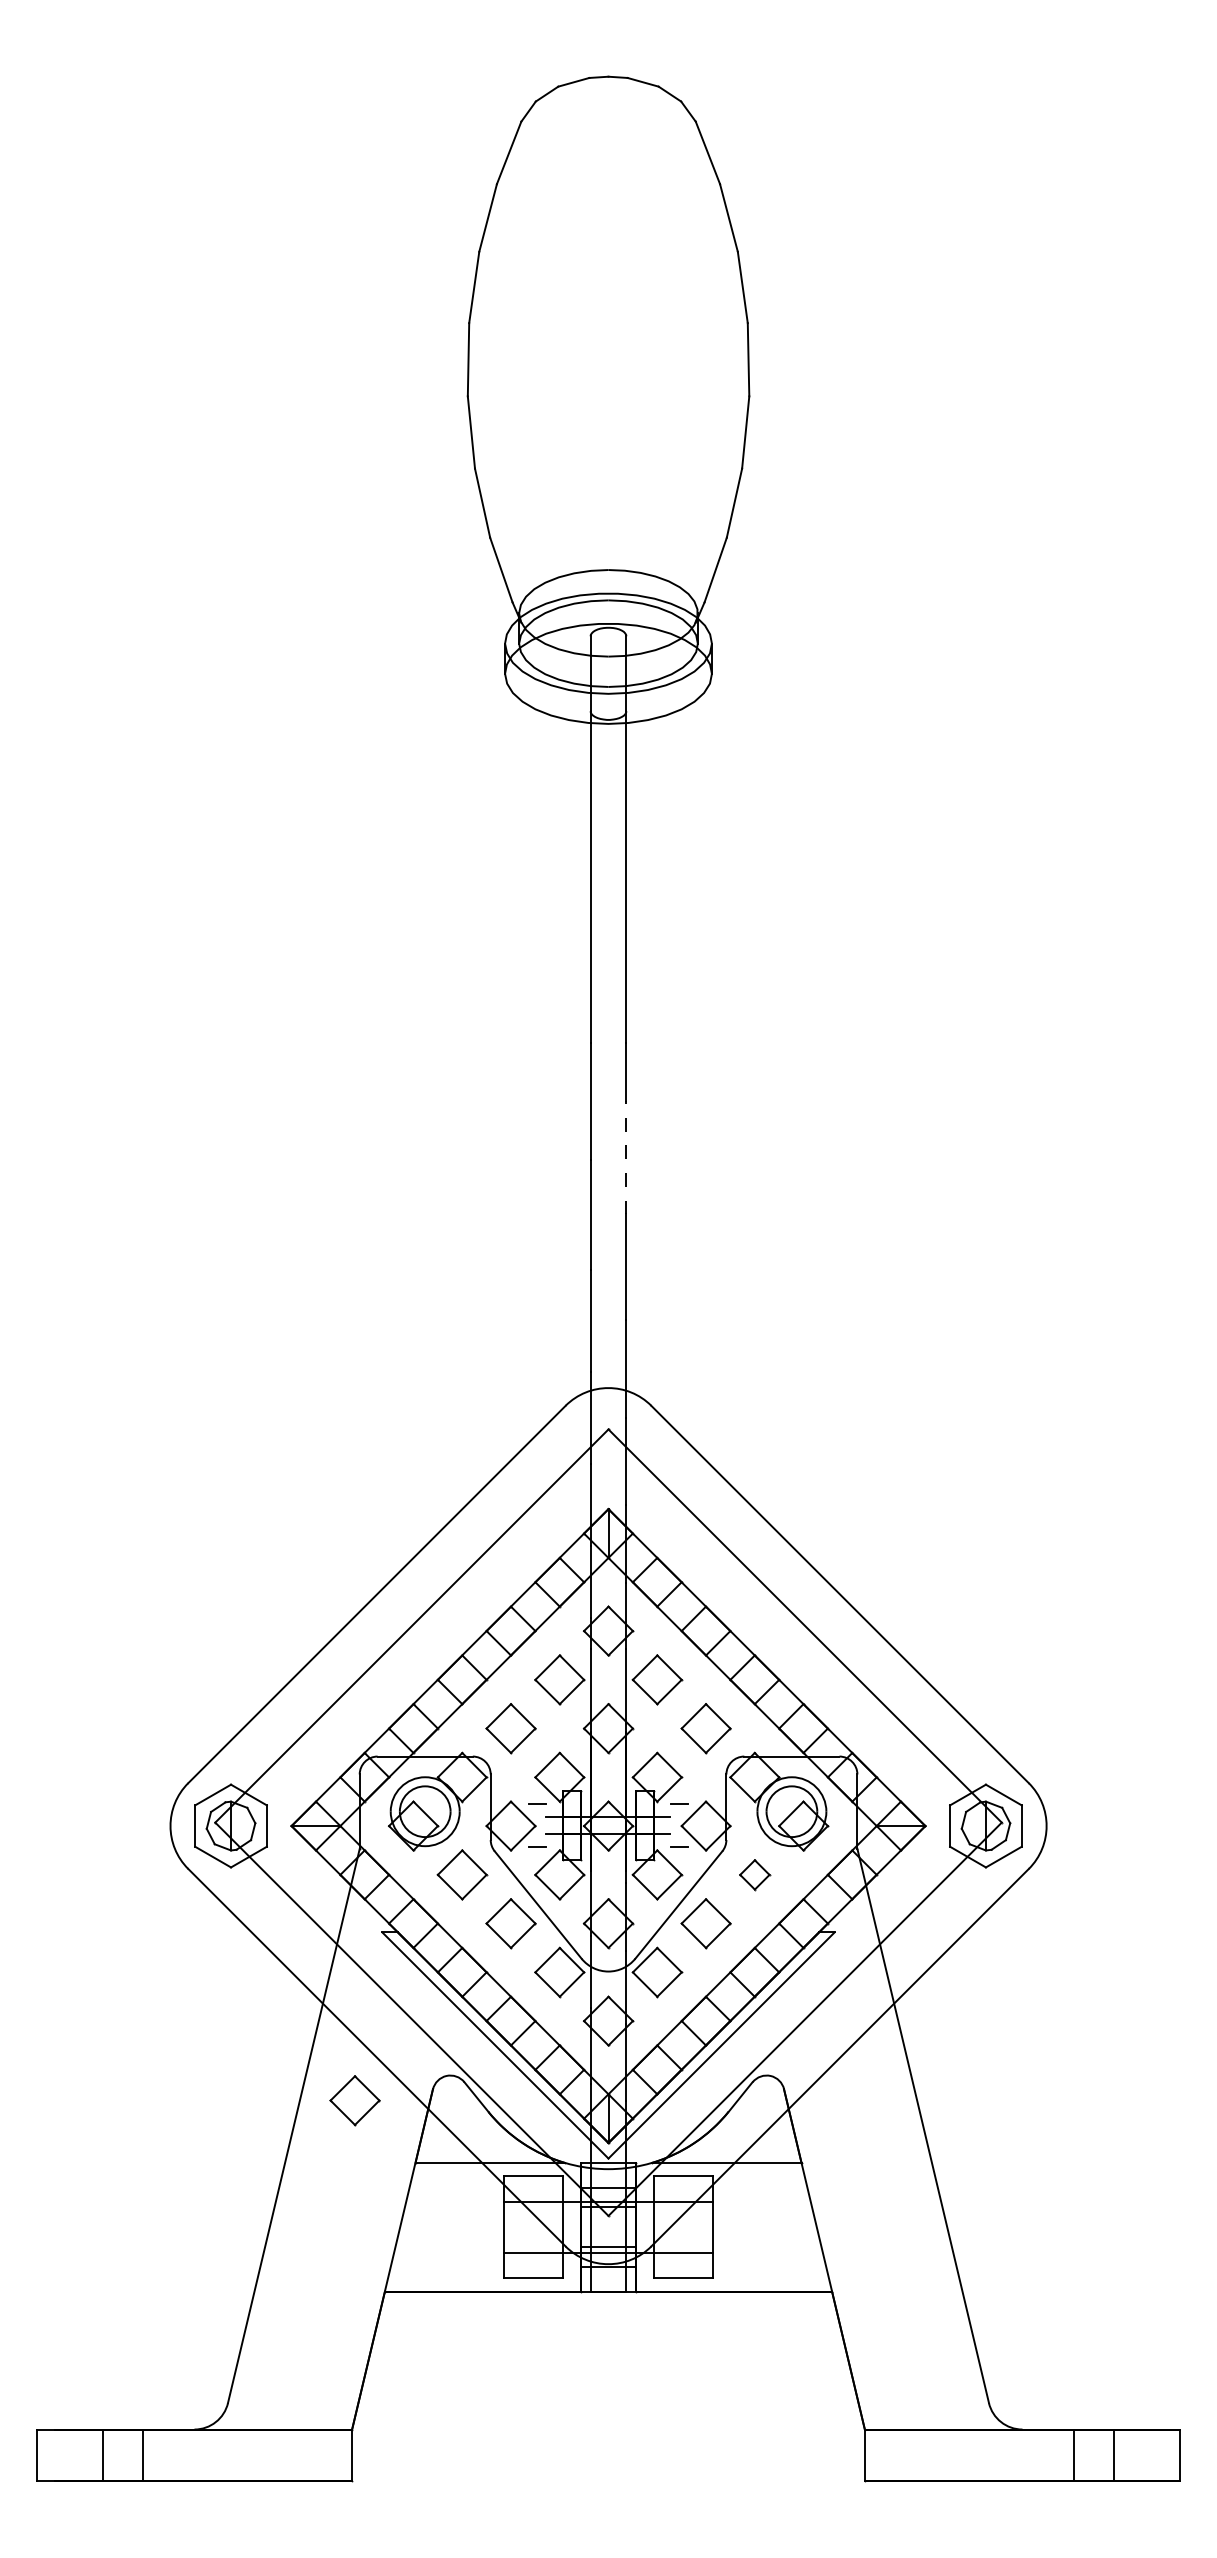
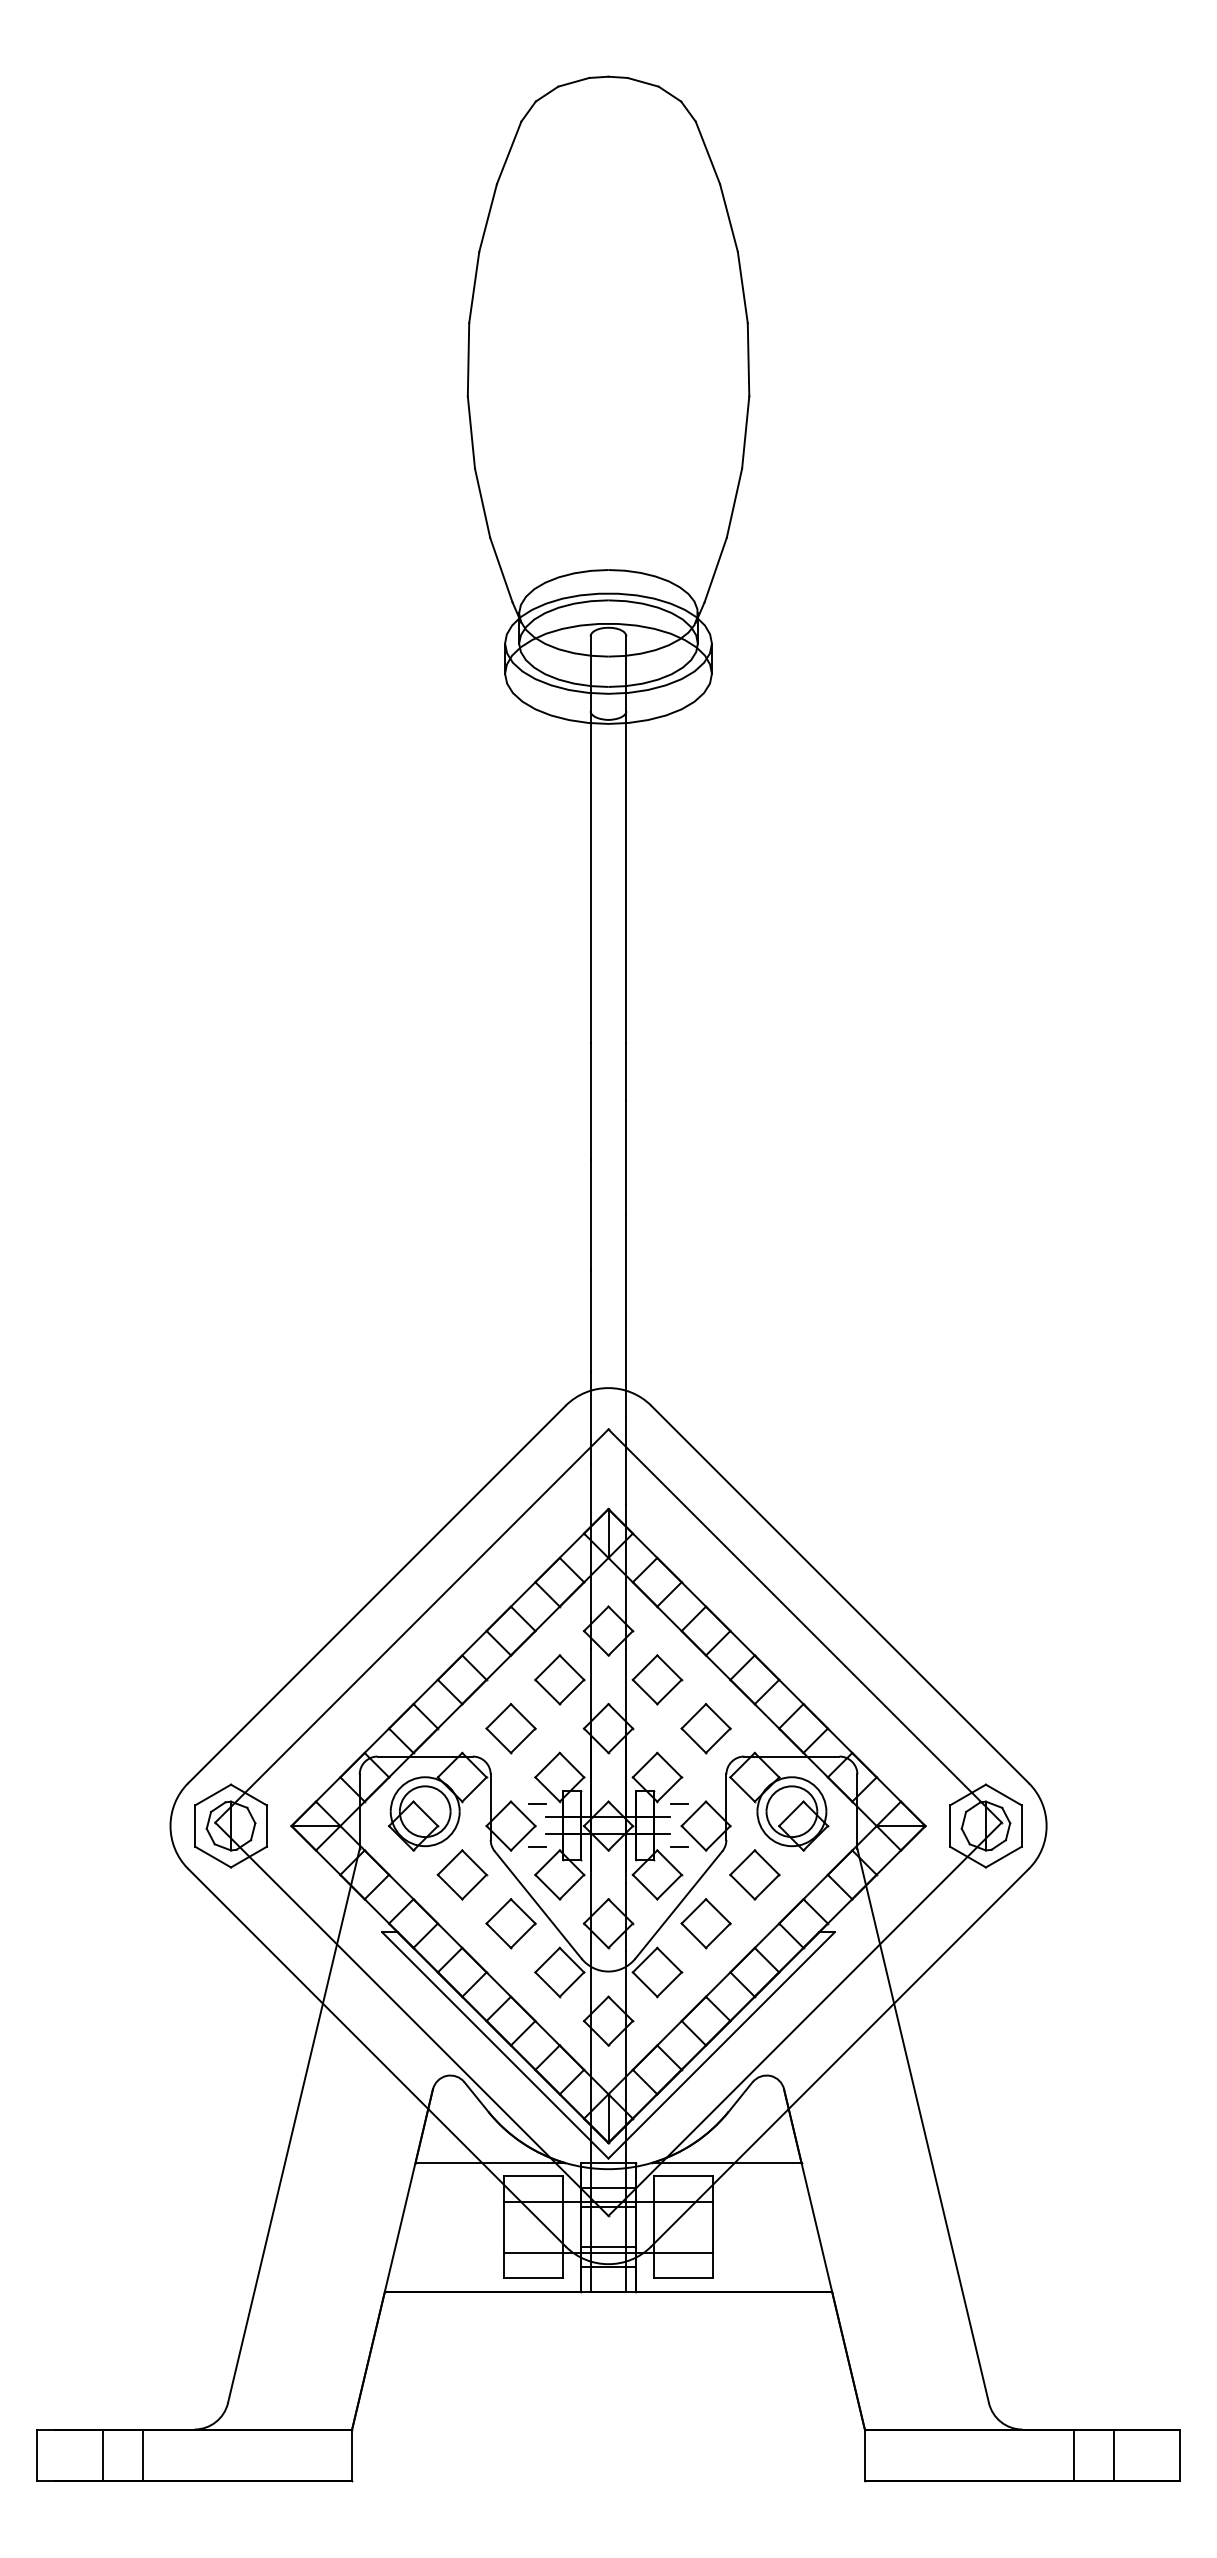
line at (626, 1157): dashed -> solid
part at (755, 1875) size: 33x33 px -> 52x52 px
part at (354, 2100): present -> none
